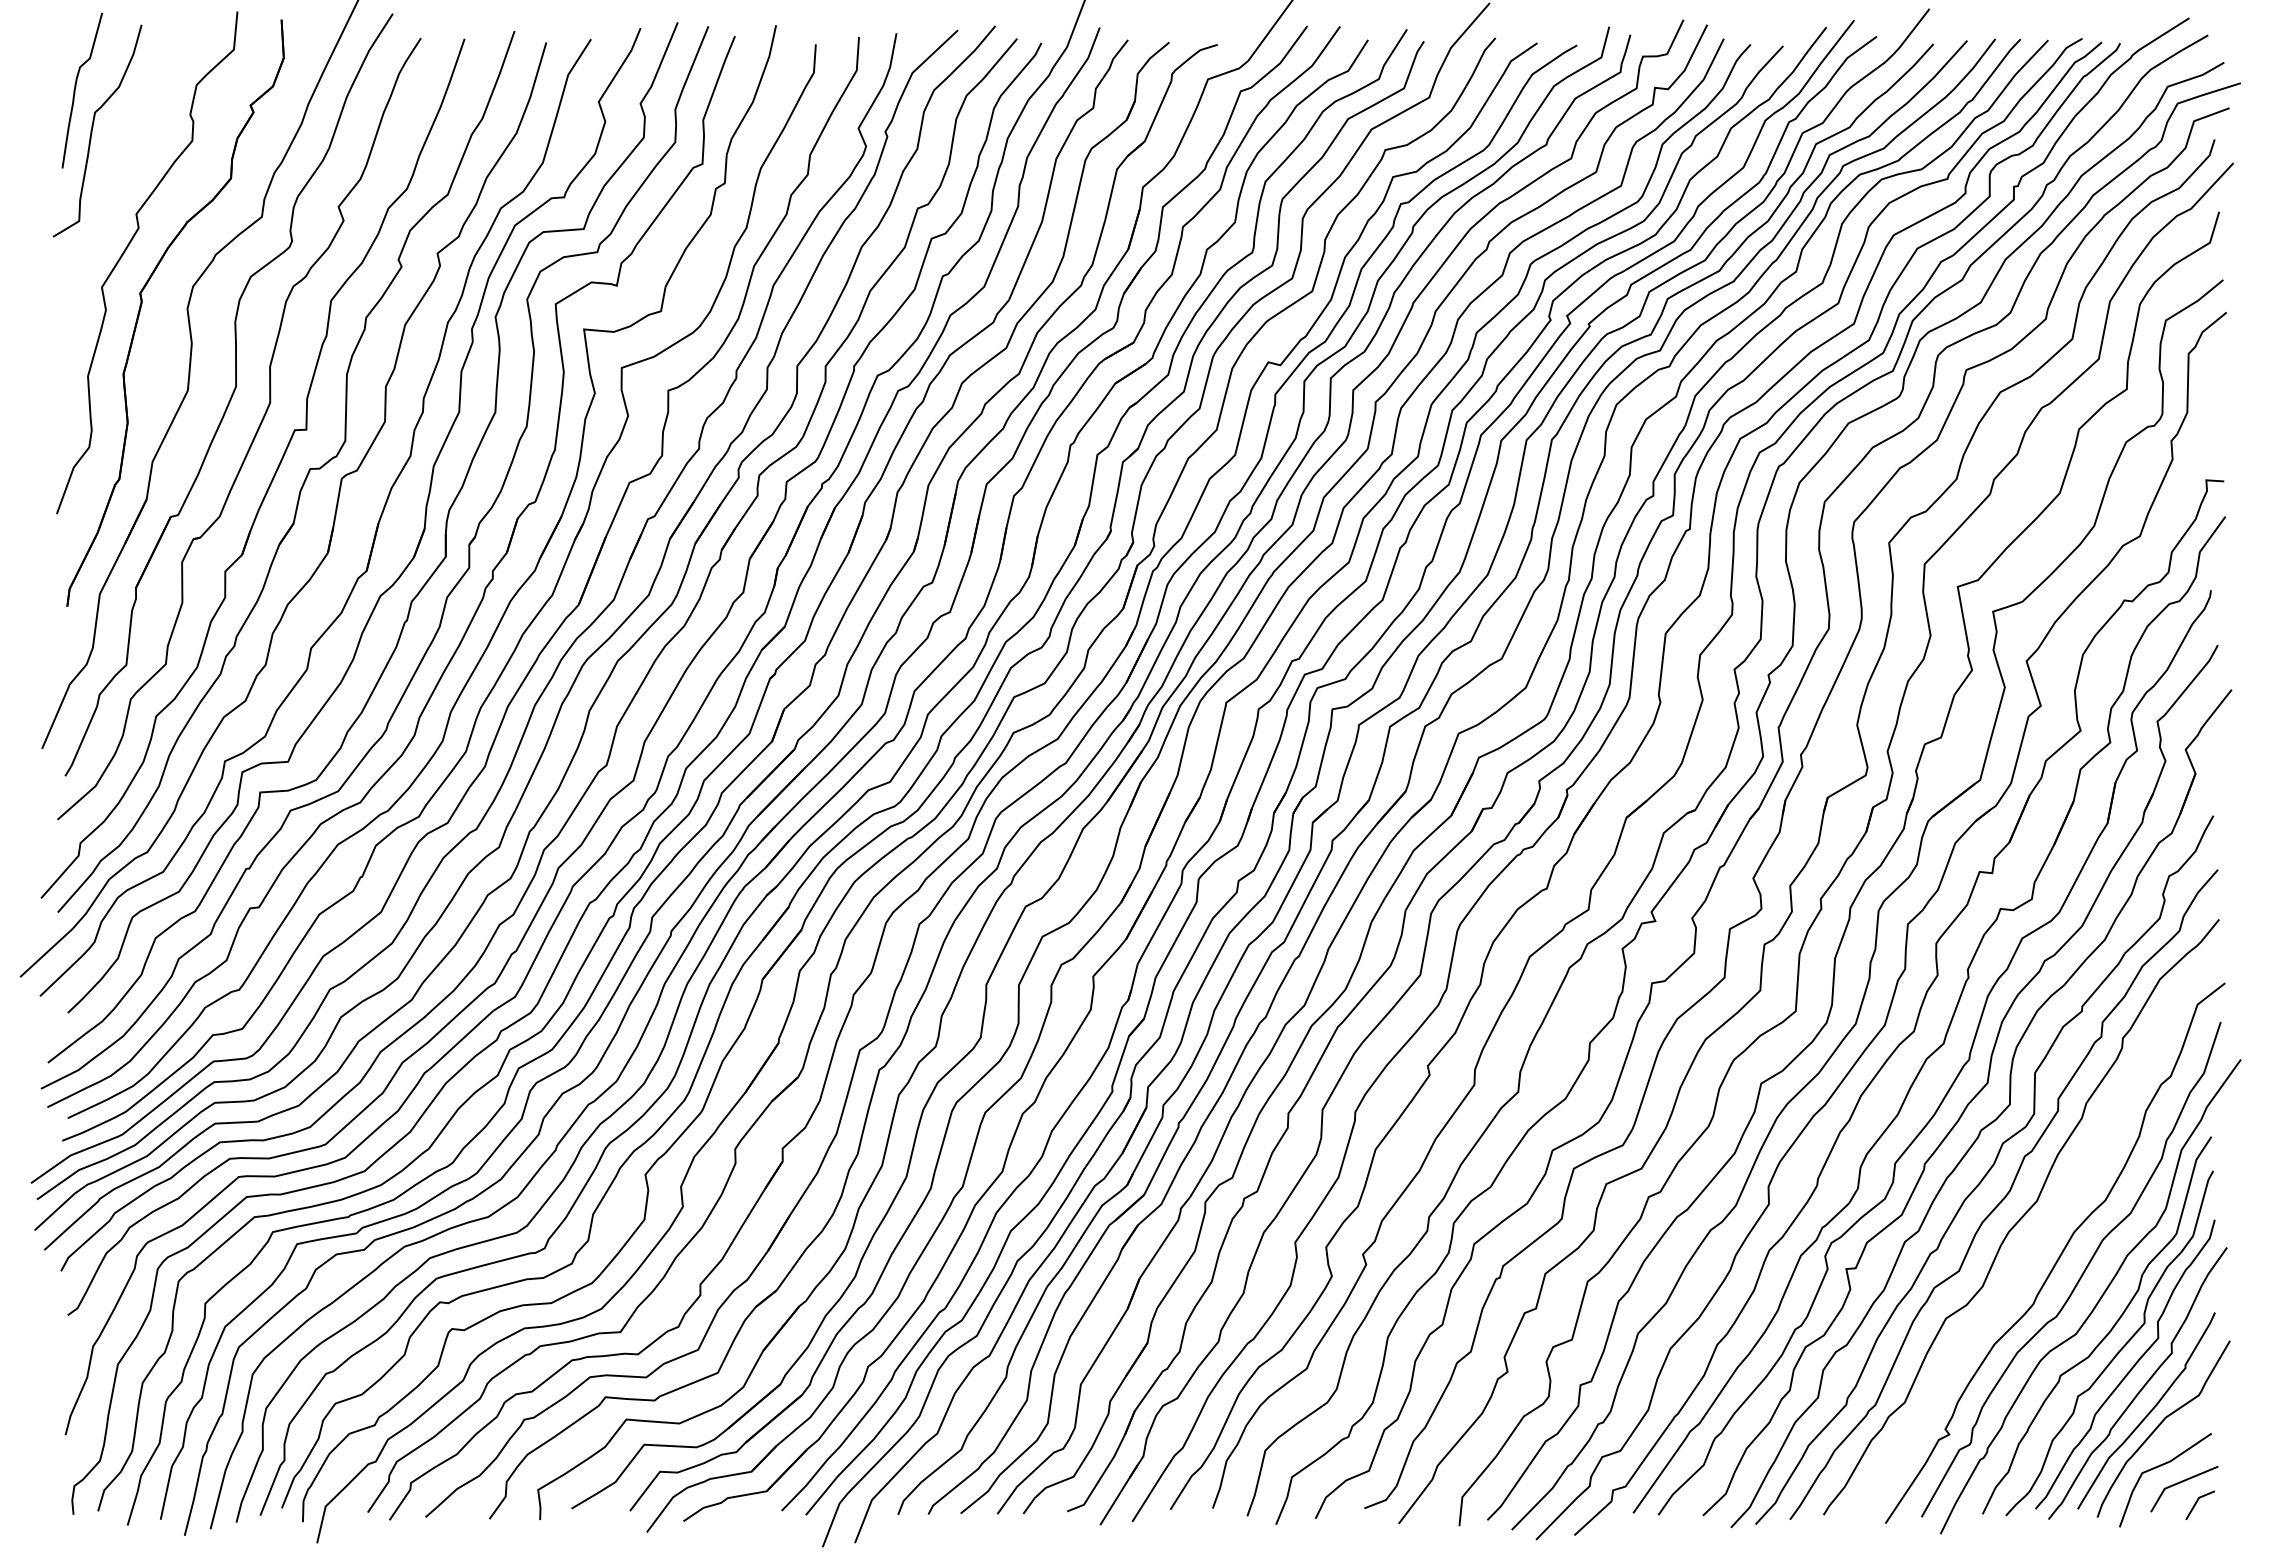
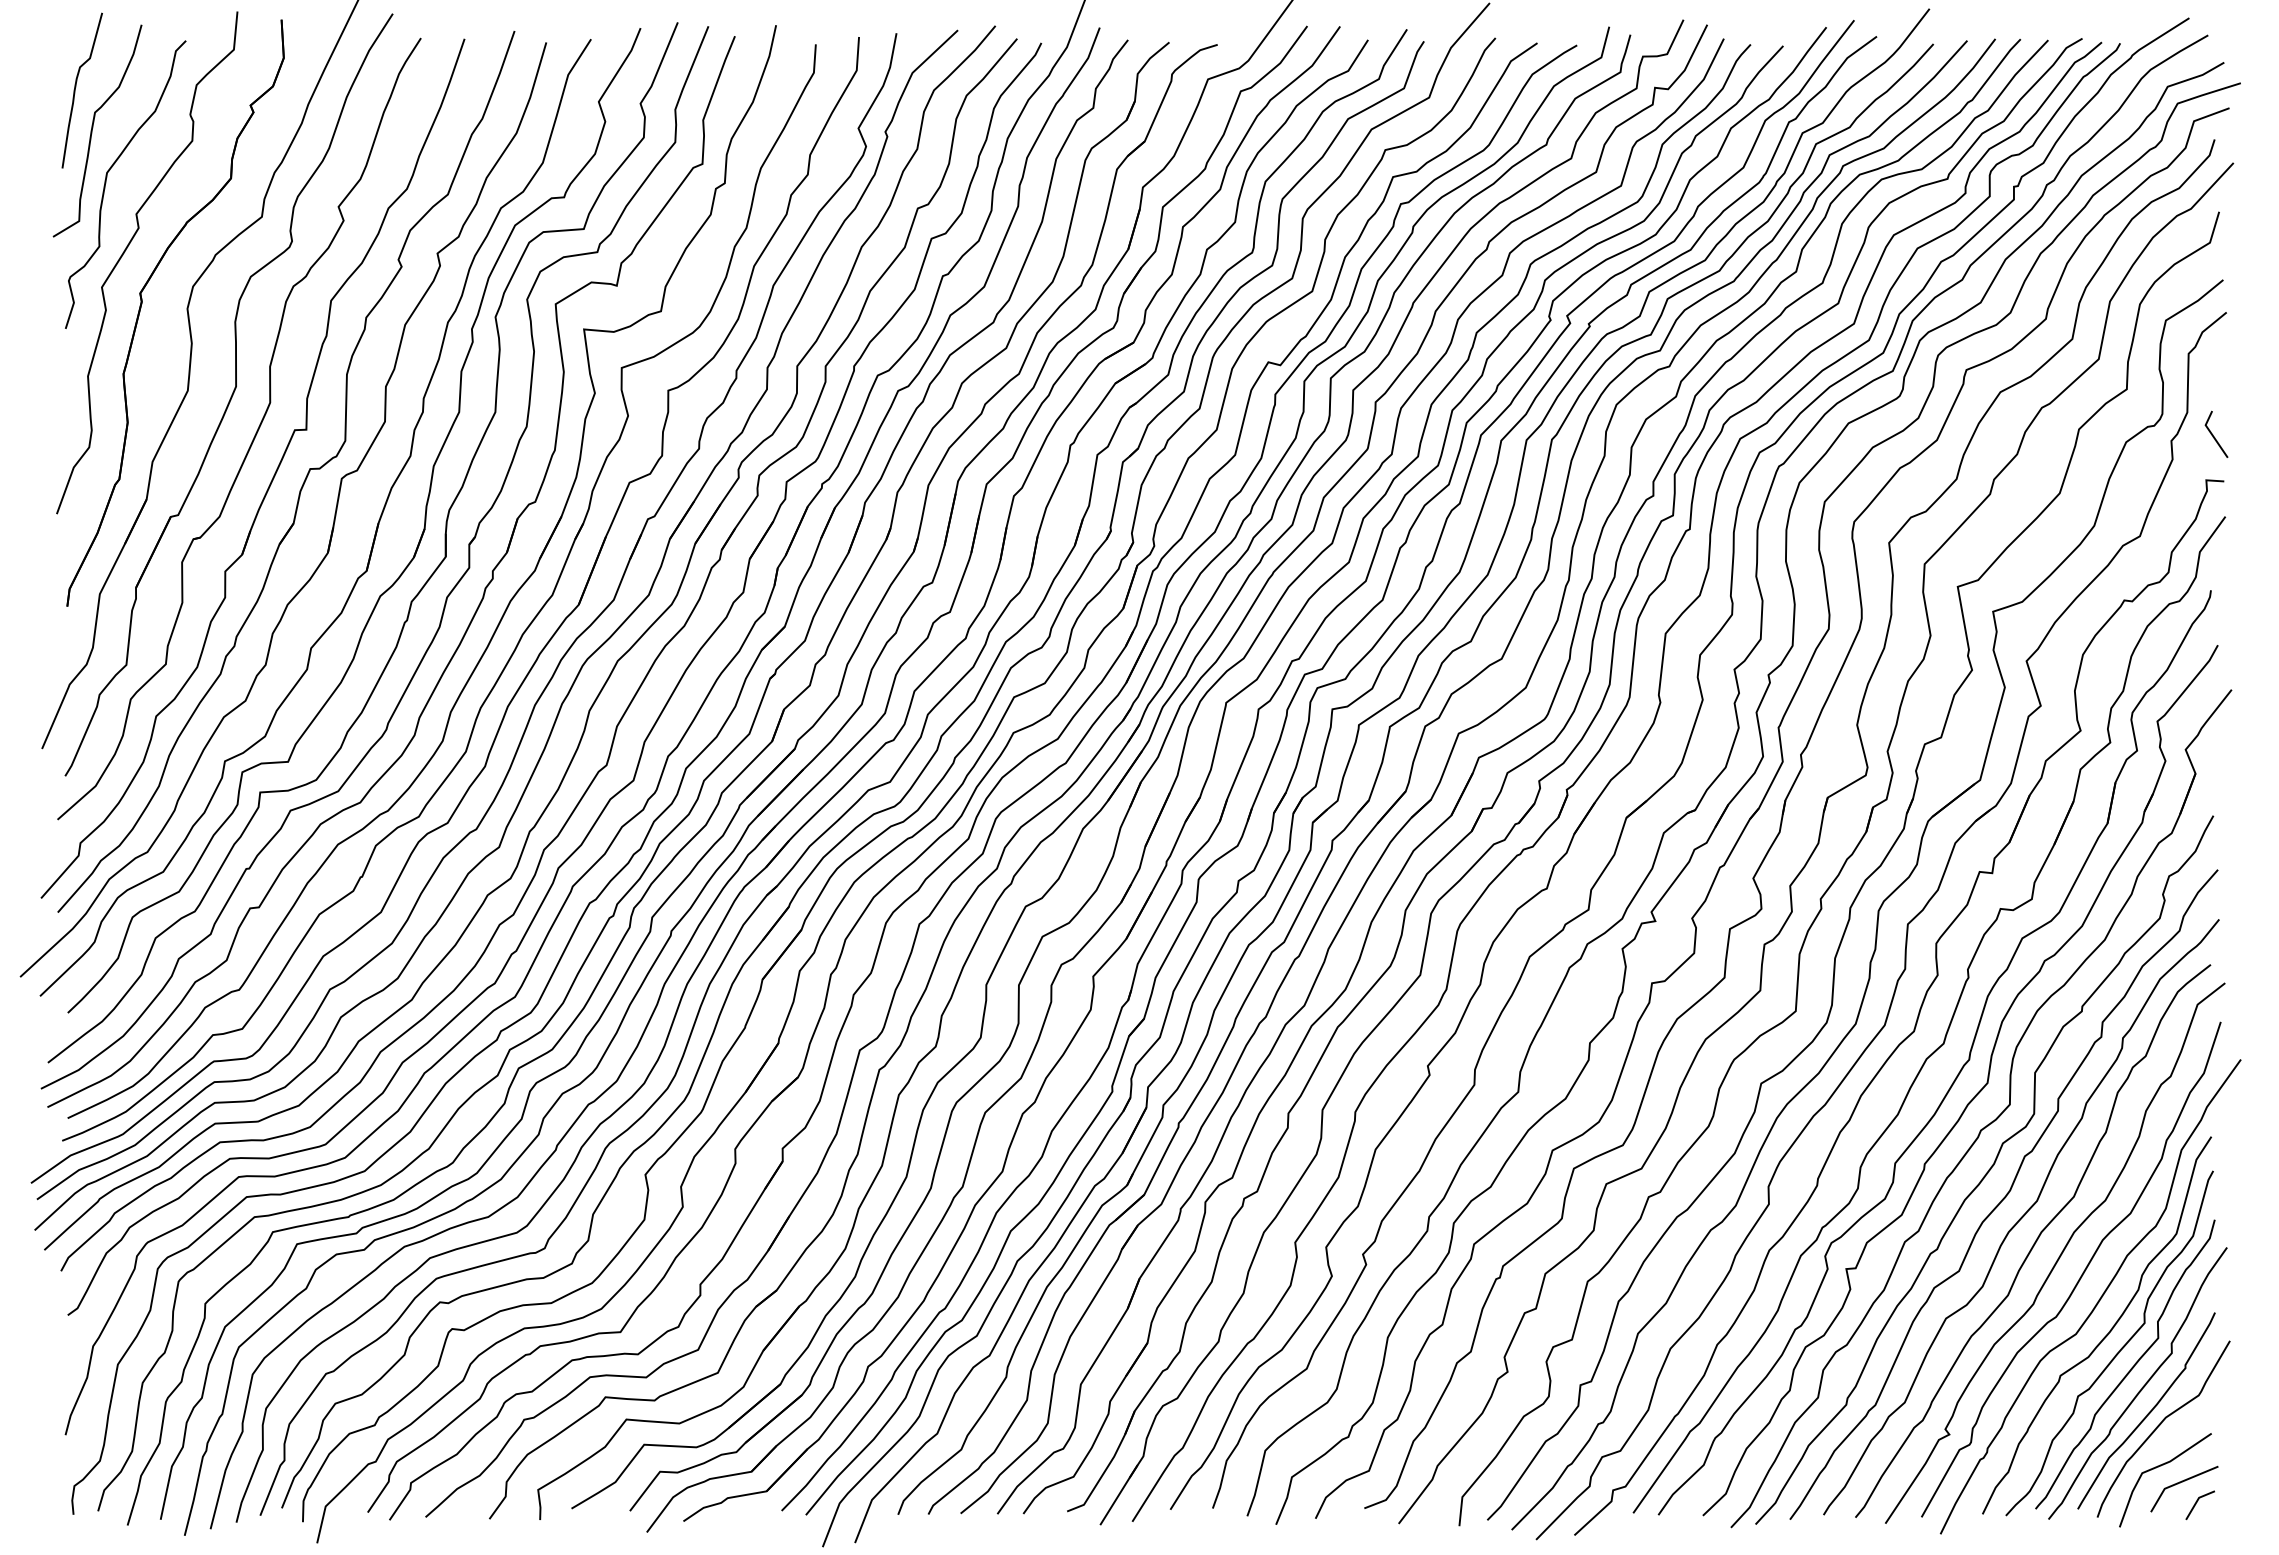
curve at (106, 183): none -> present
line at (2213, 434): none -> present
curve at (2035, 1240): none -> present
